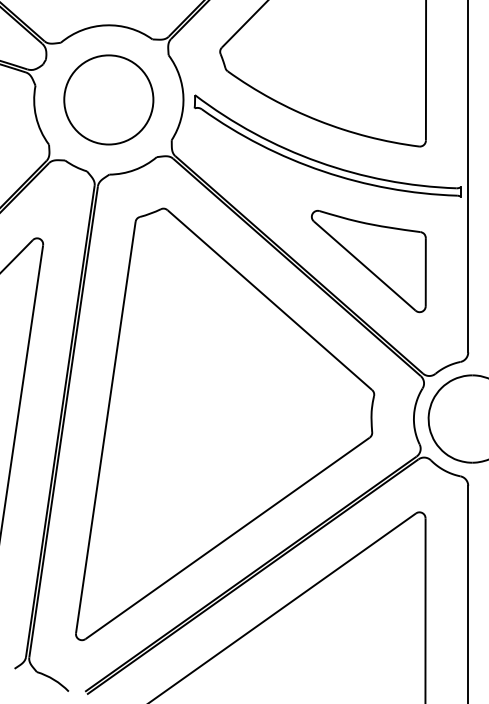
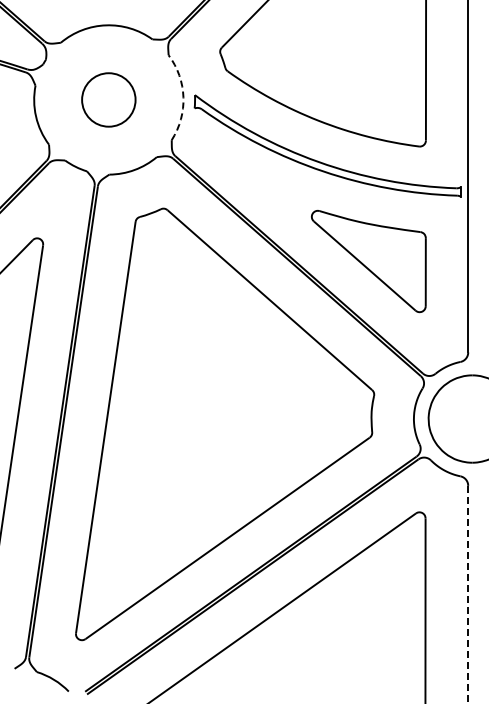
arc at (183, 97): solid -> dashed
circle at (108, 99) diameter: 89 px -> 53 px
line at (468, 594): solid -> dashed
